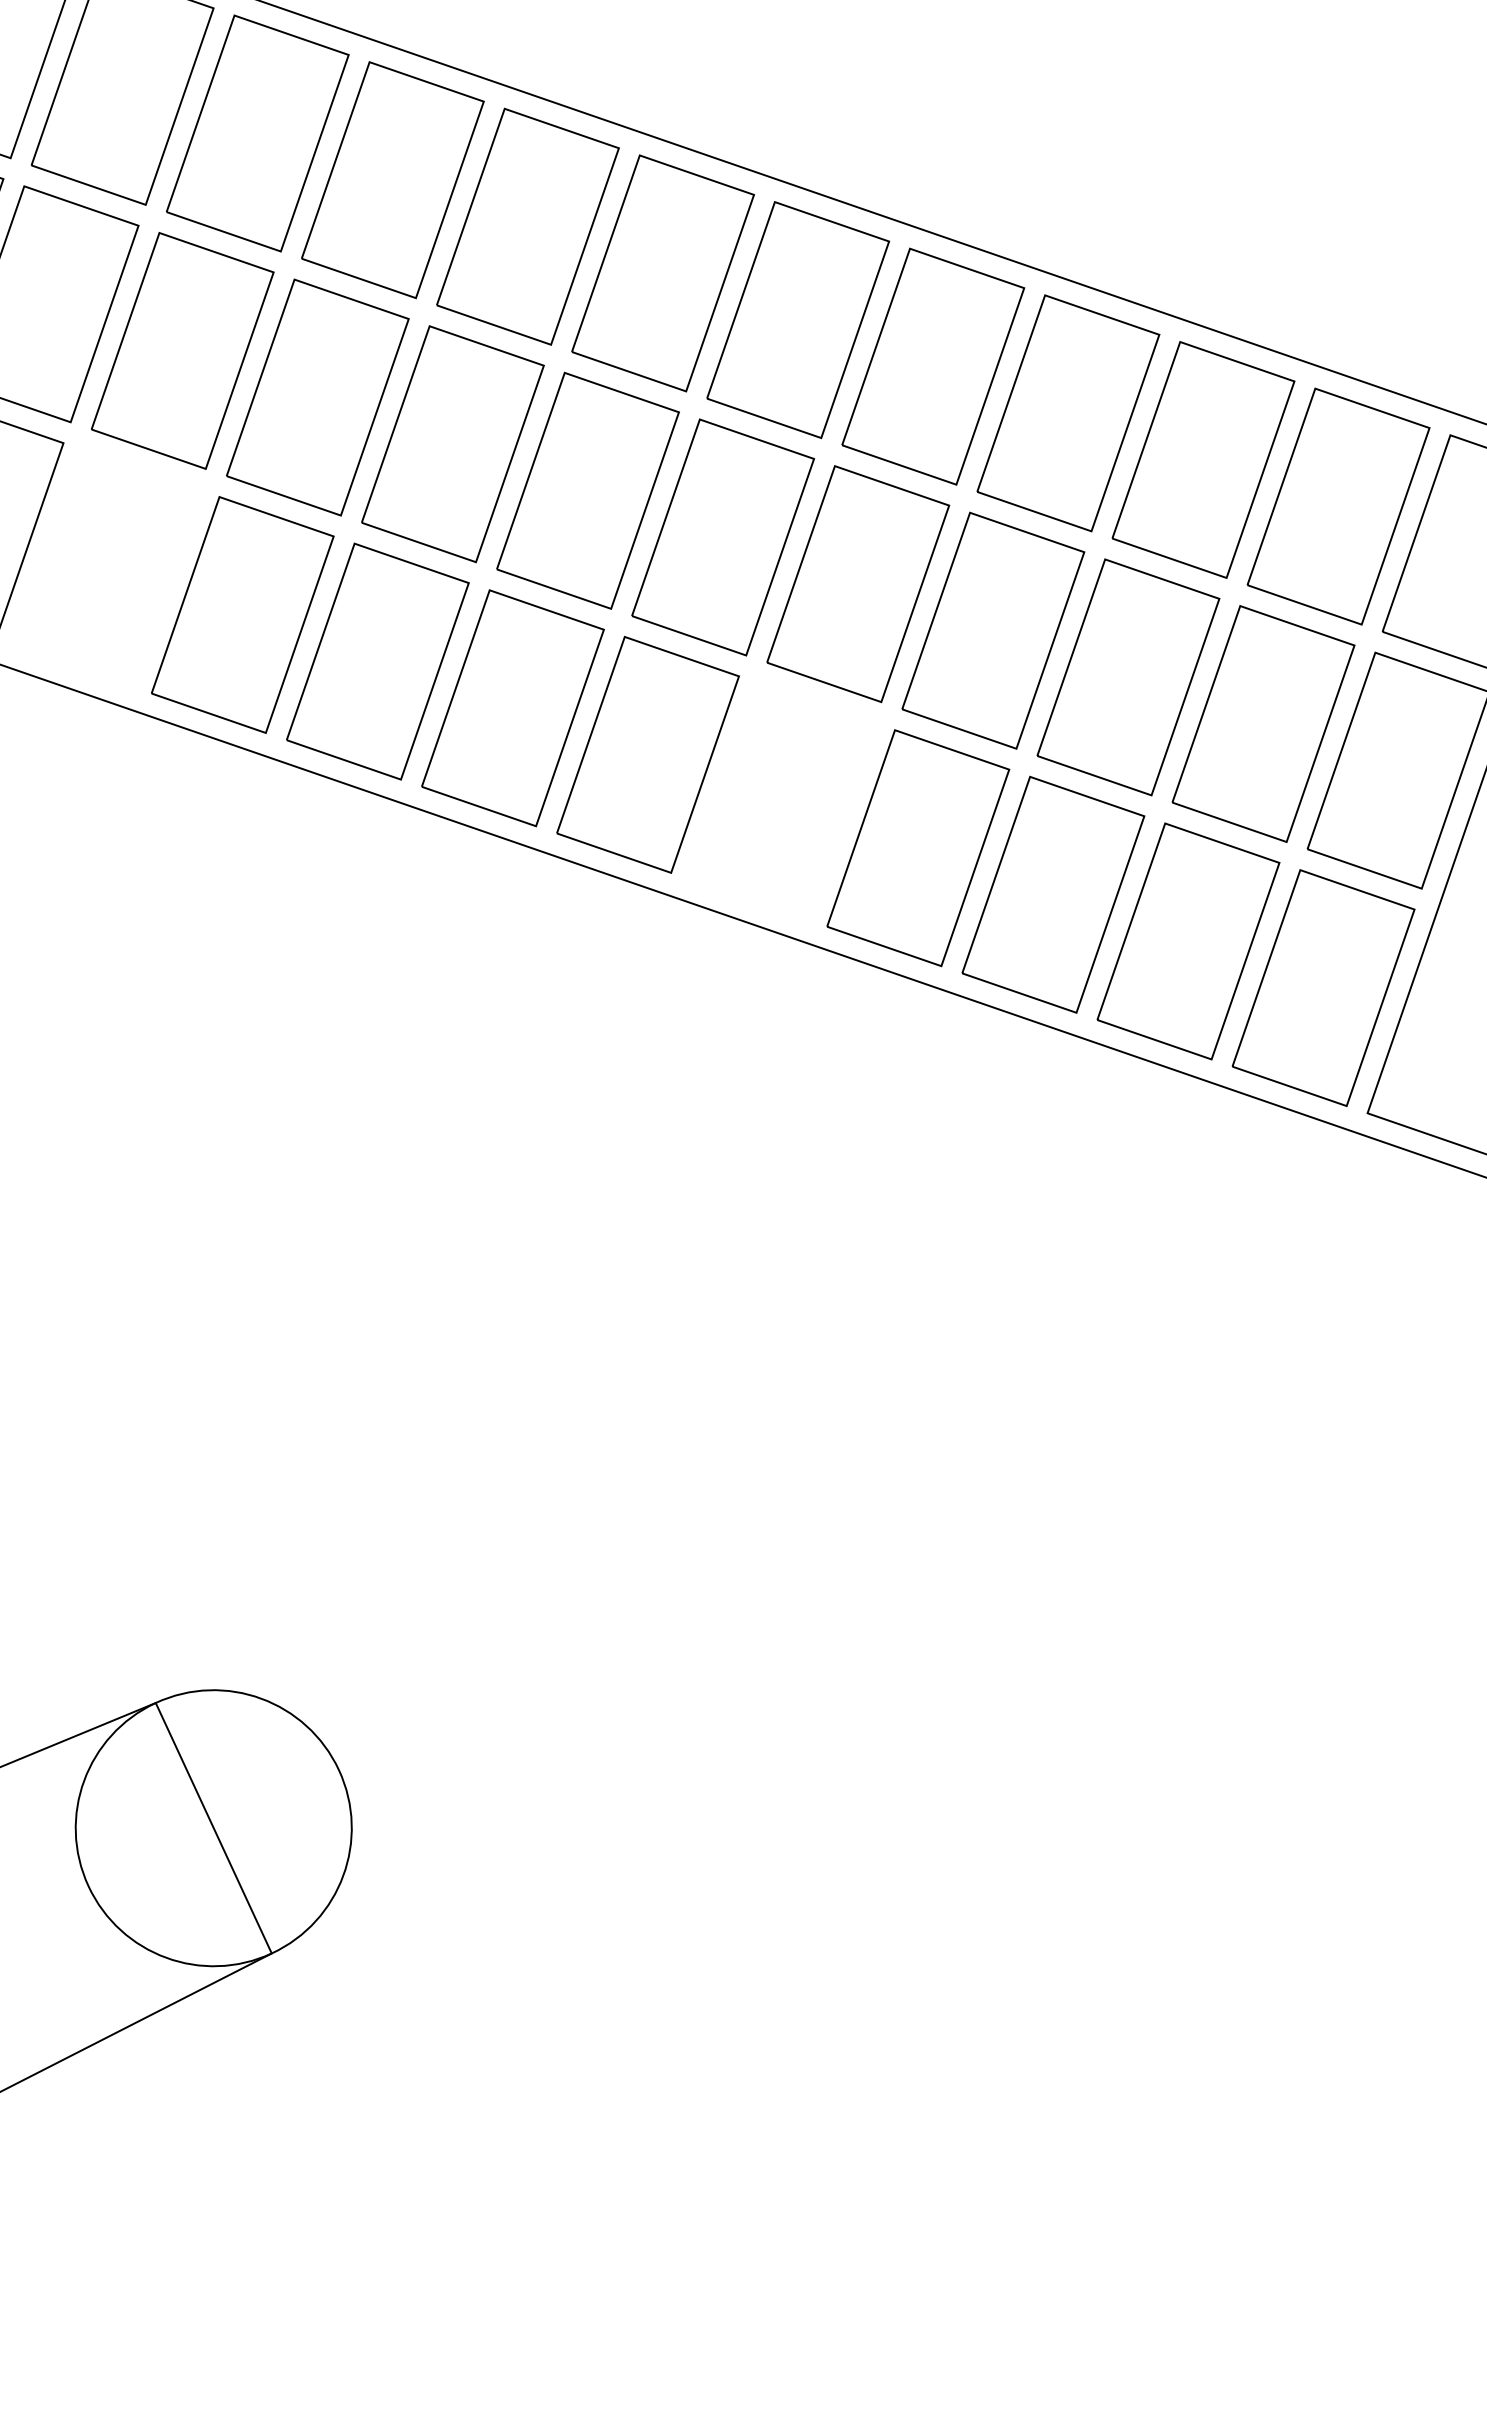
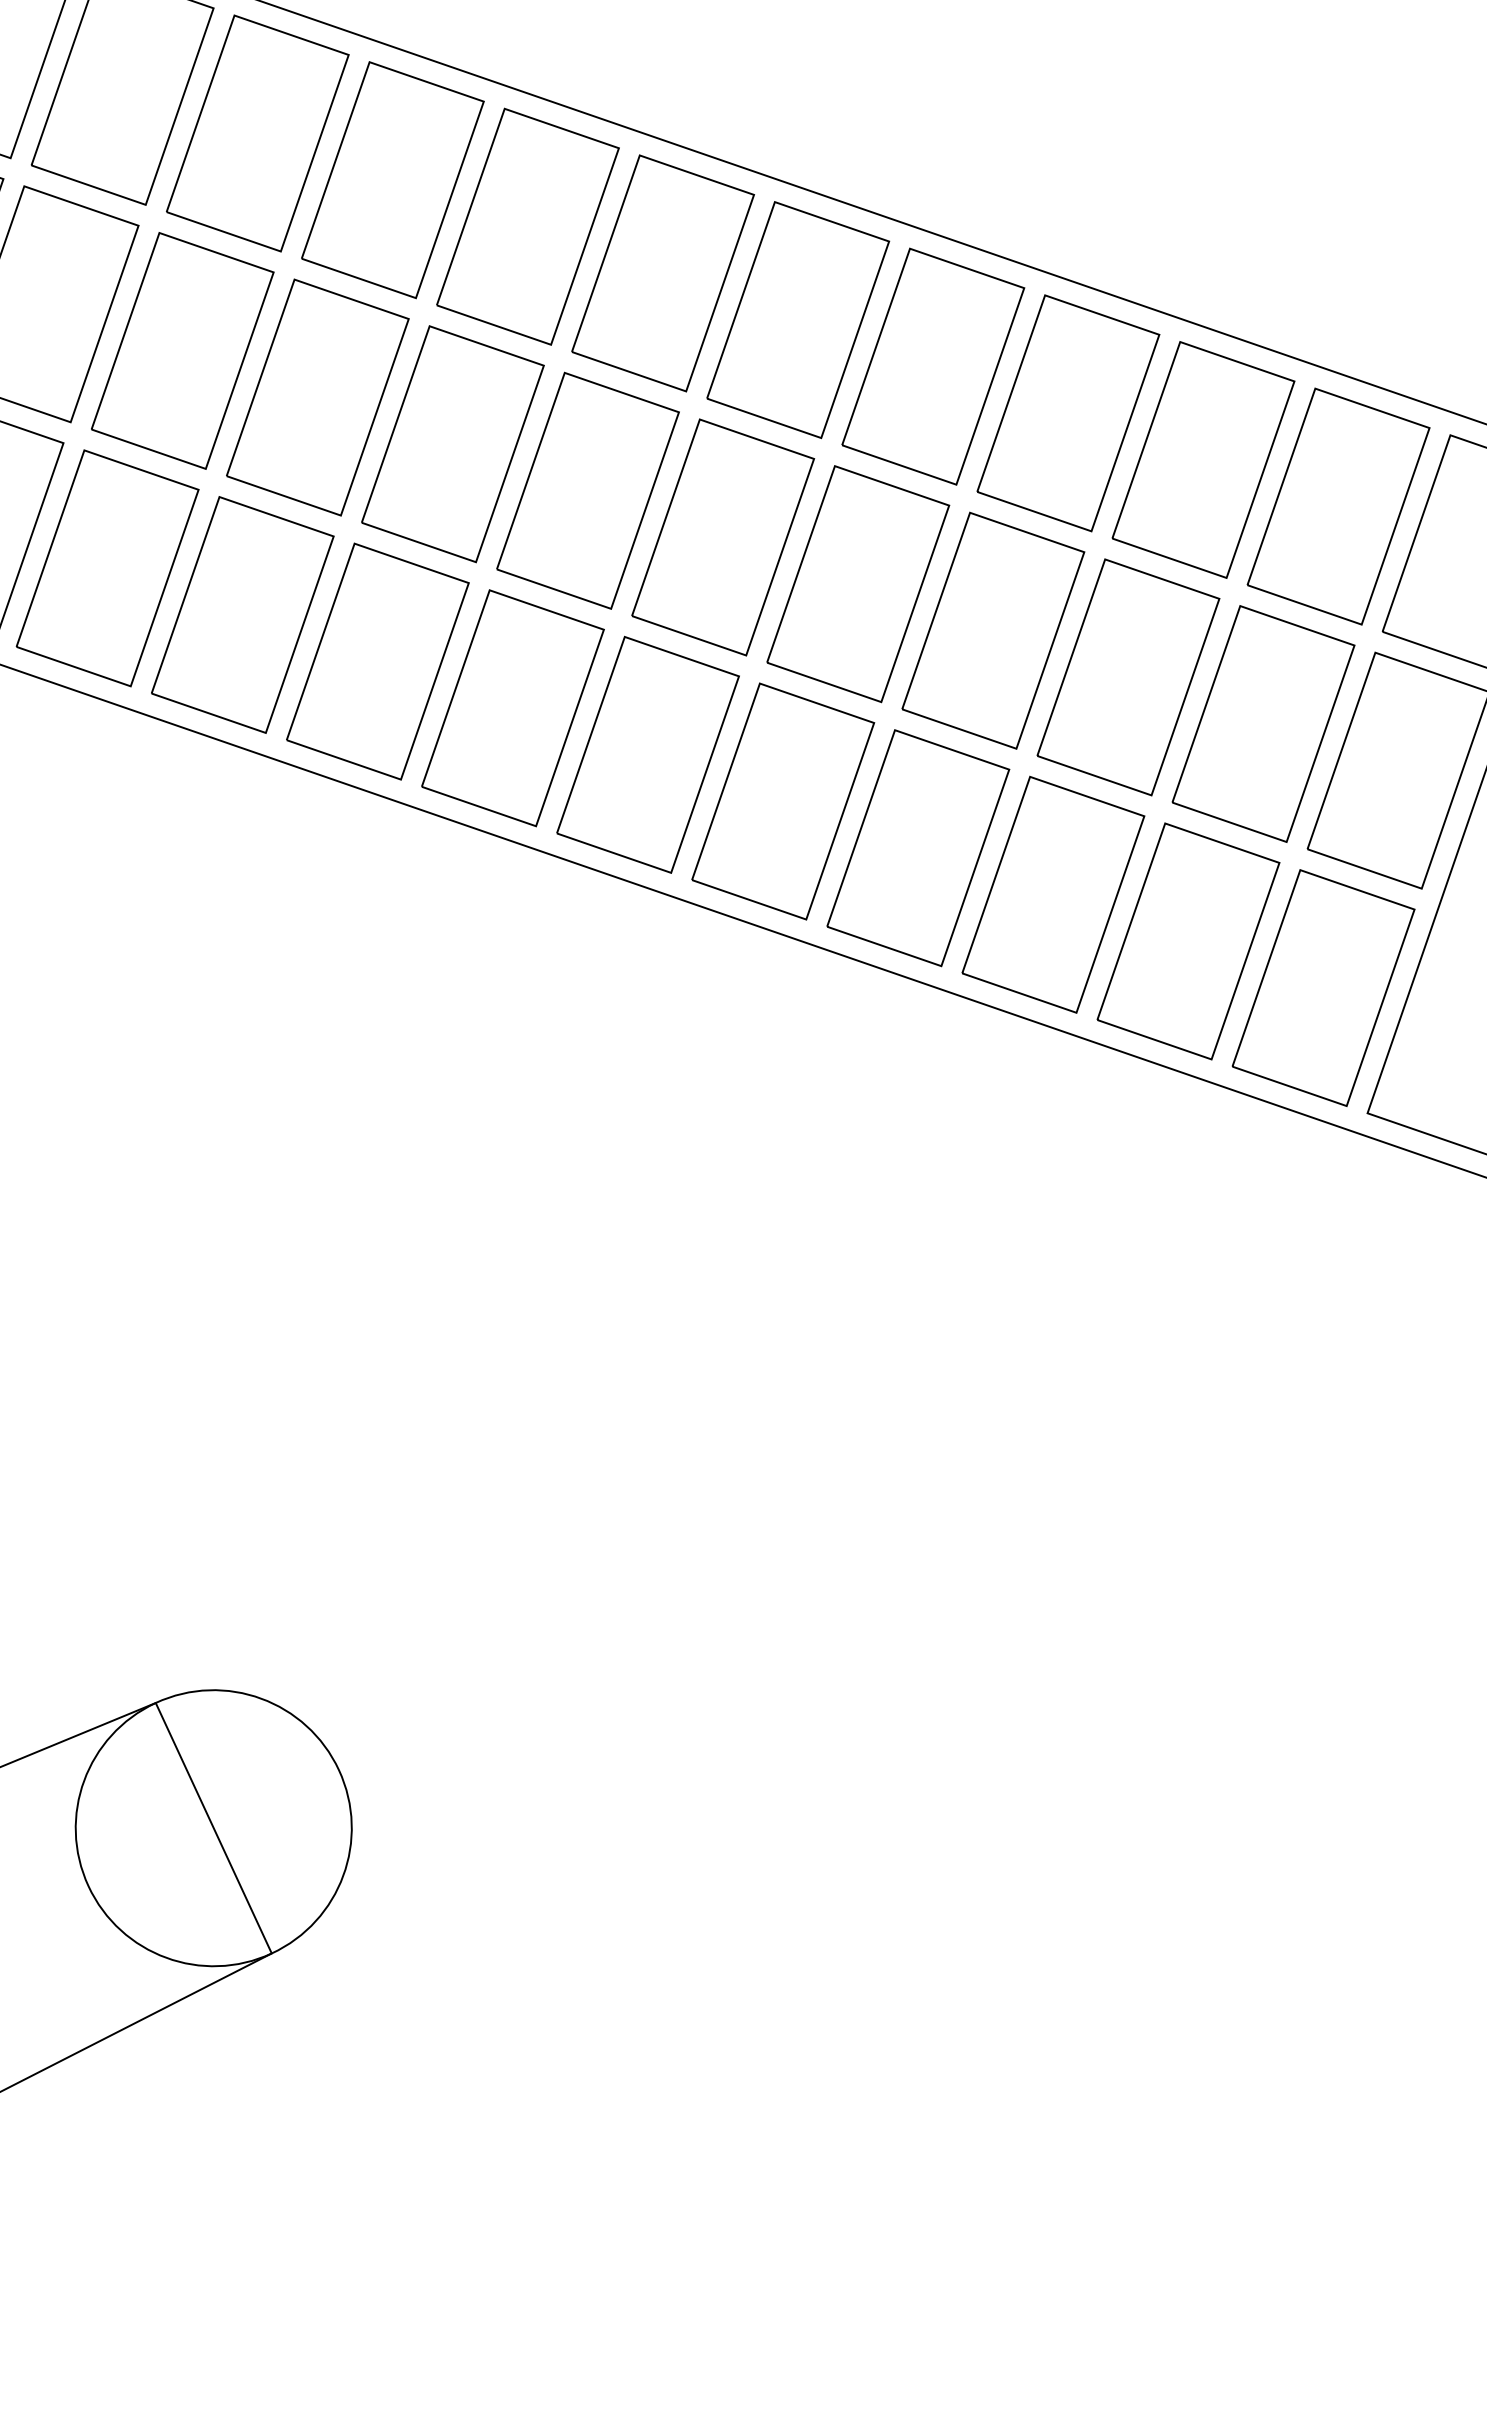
part at (107, 568): none -> present
part at (783, 801): none -> present
